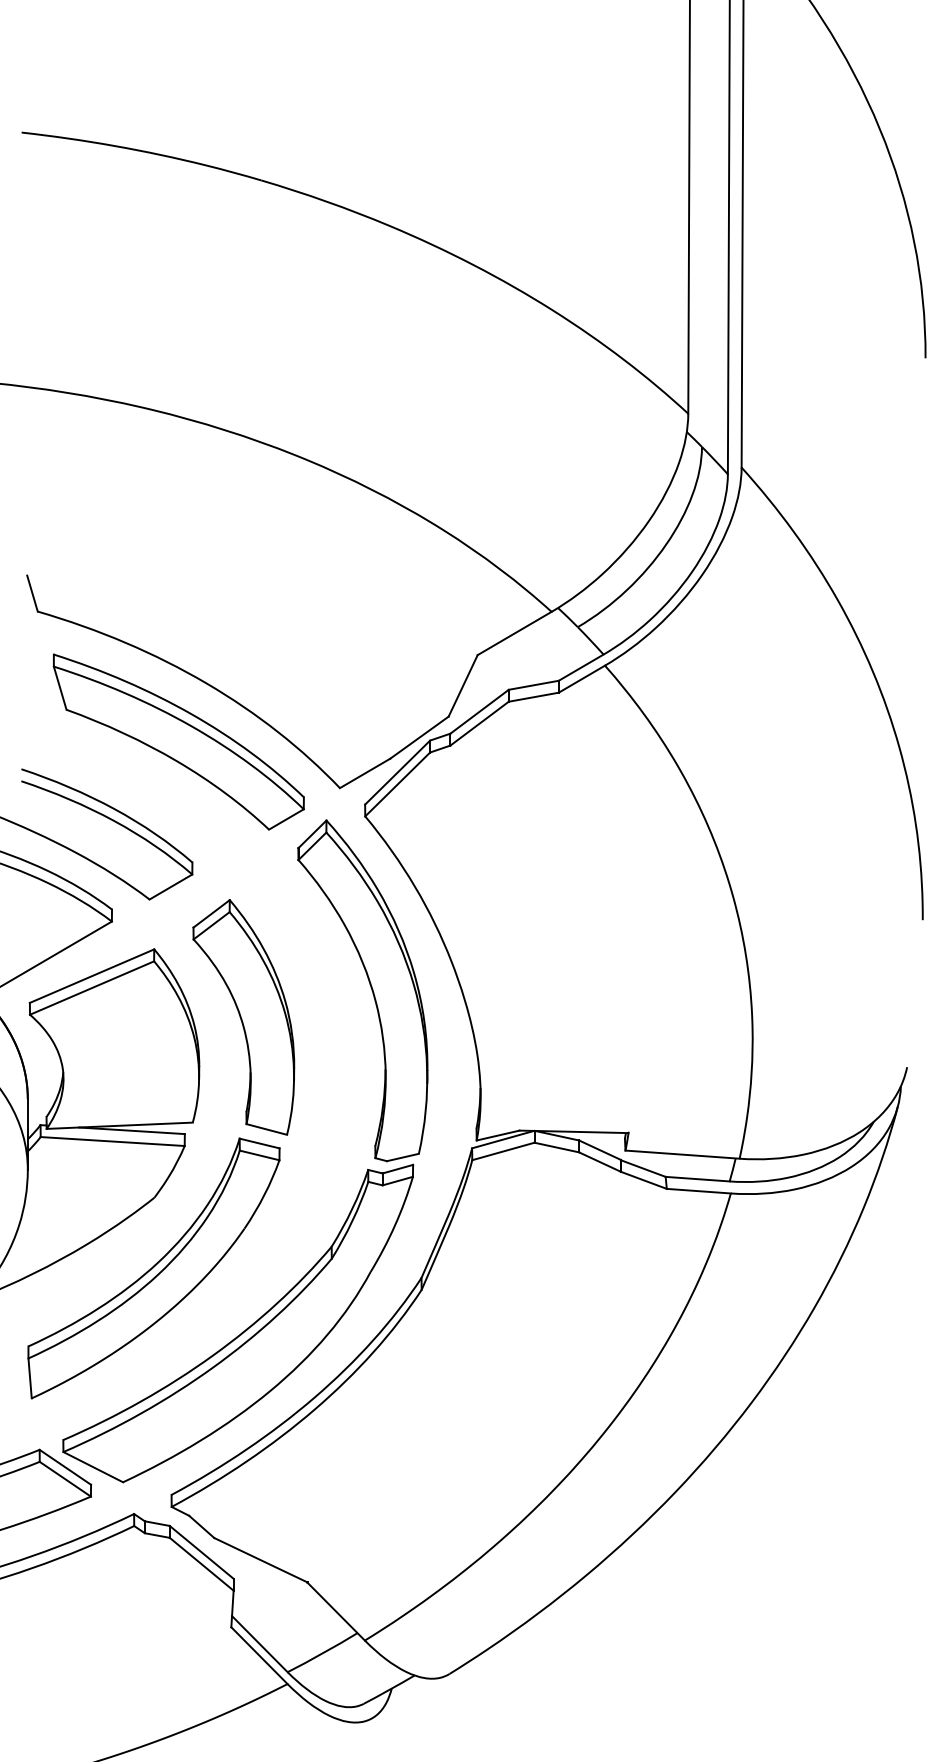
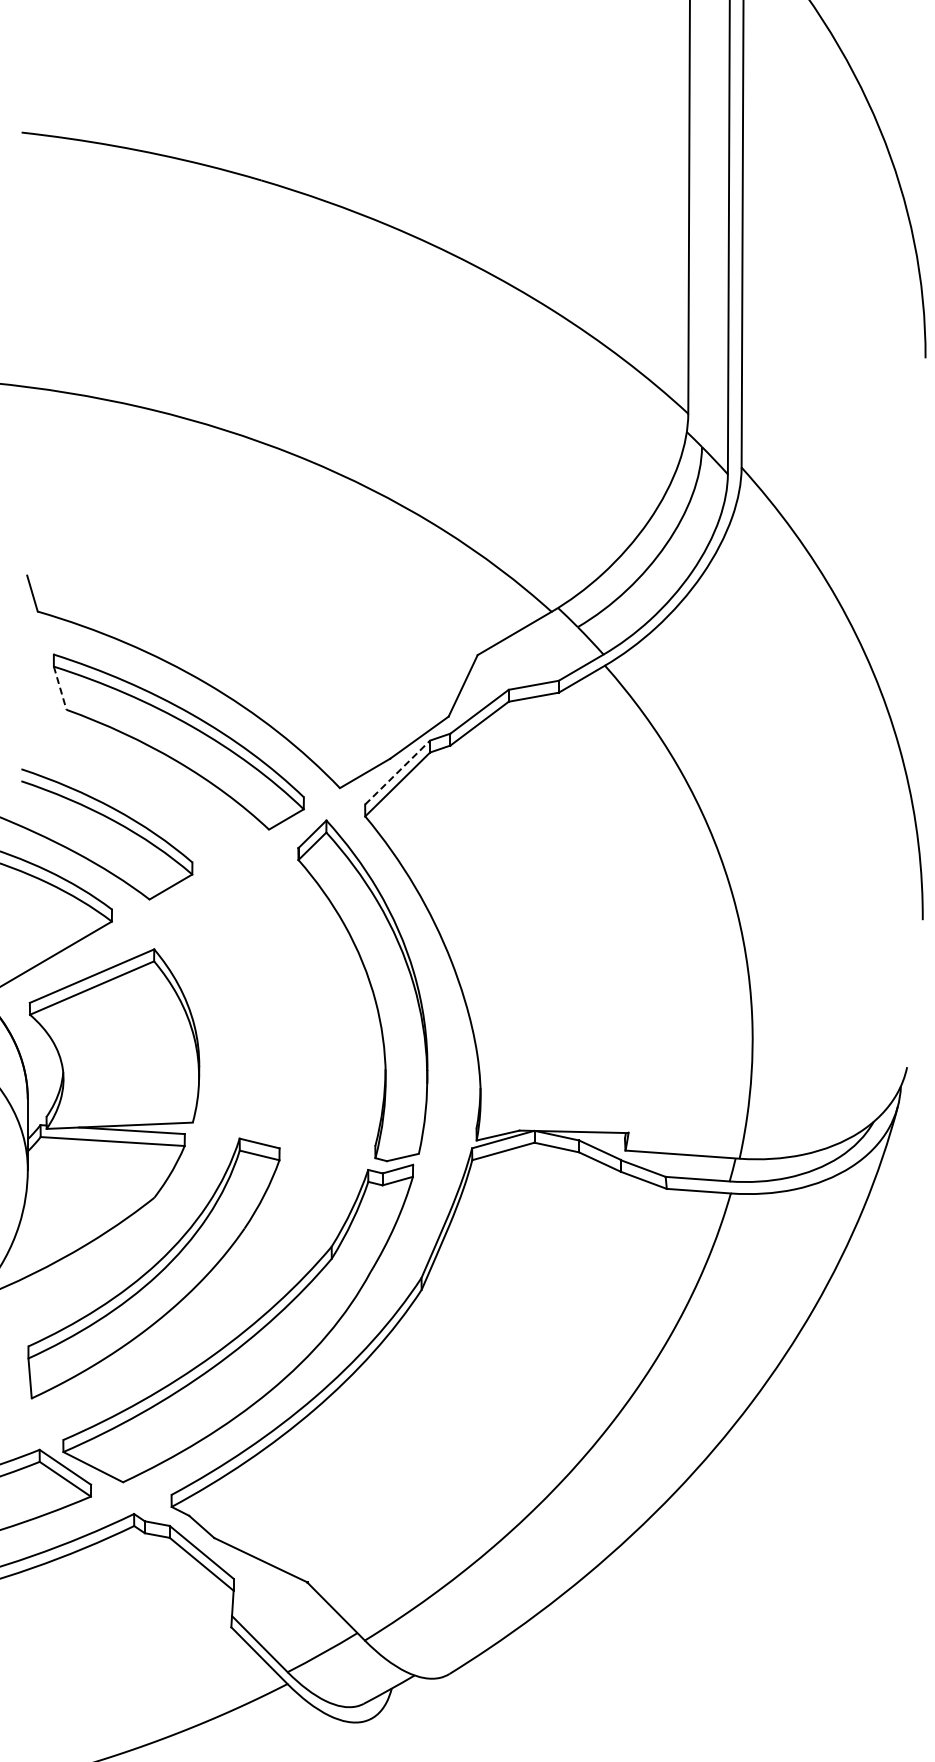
line at (60, 688): solid -> dashed
line at (397, 772): solid -> dashed
part at (243, 1017): present -> none
